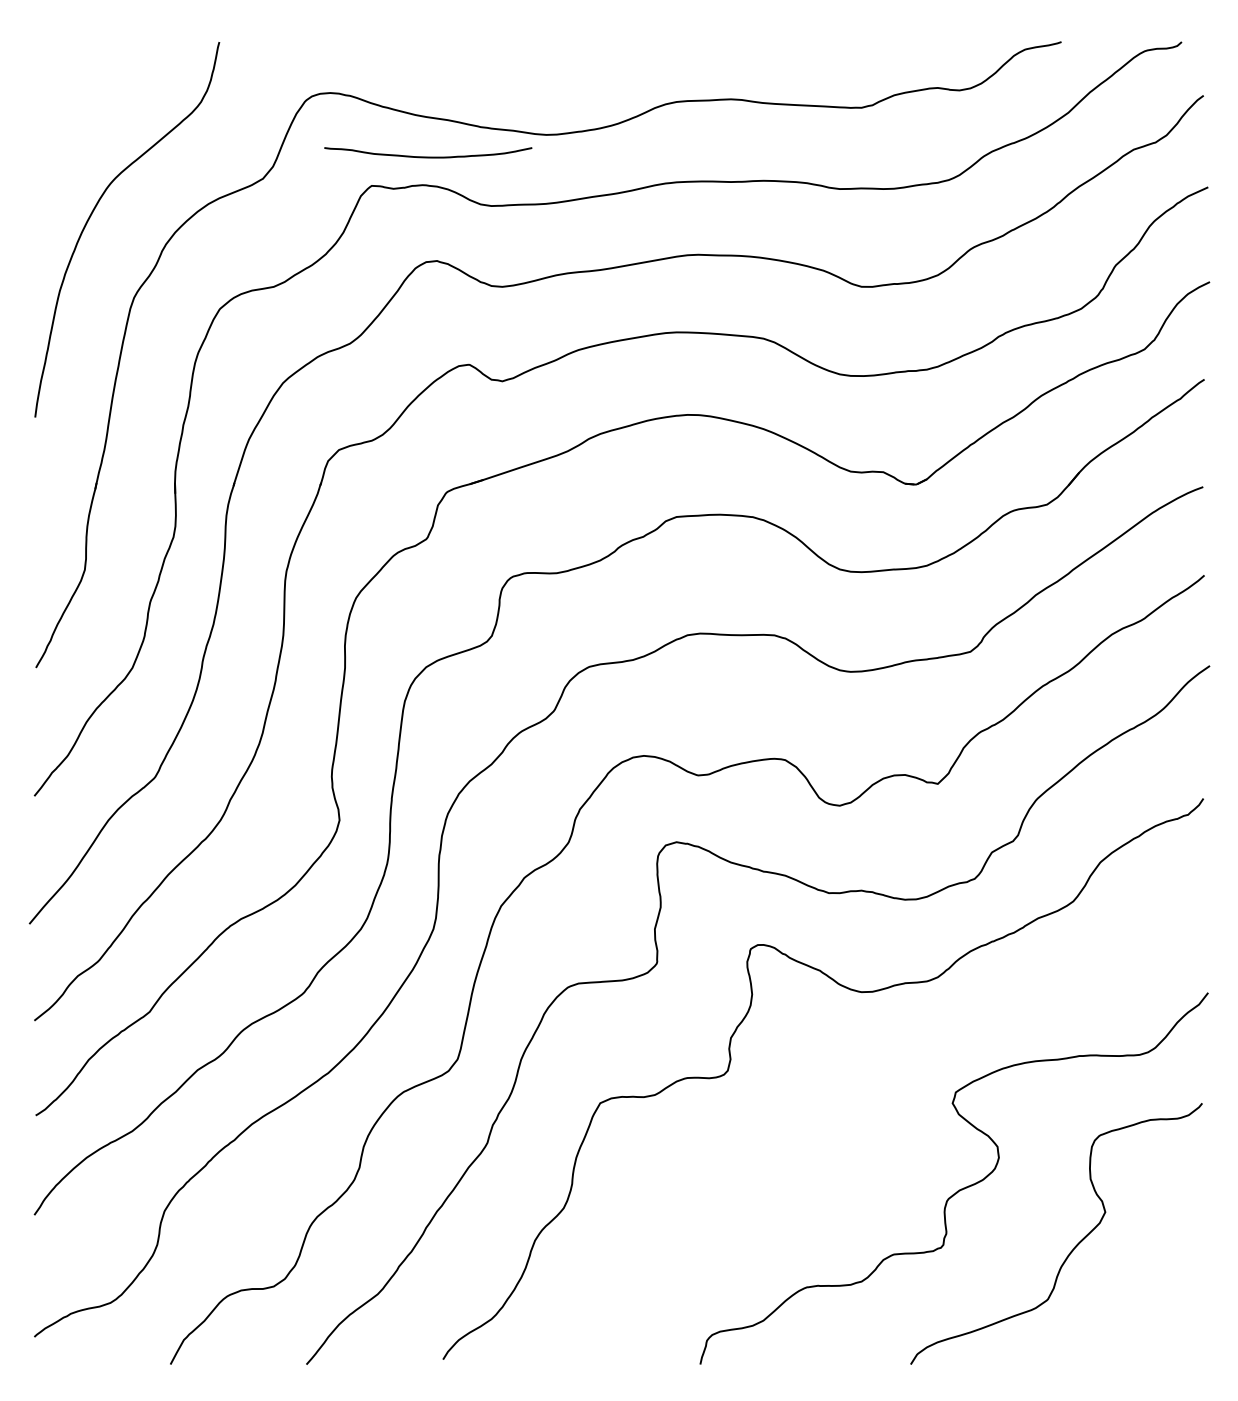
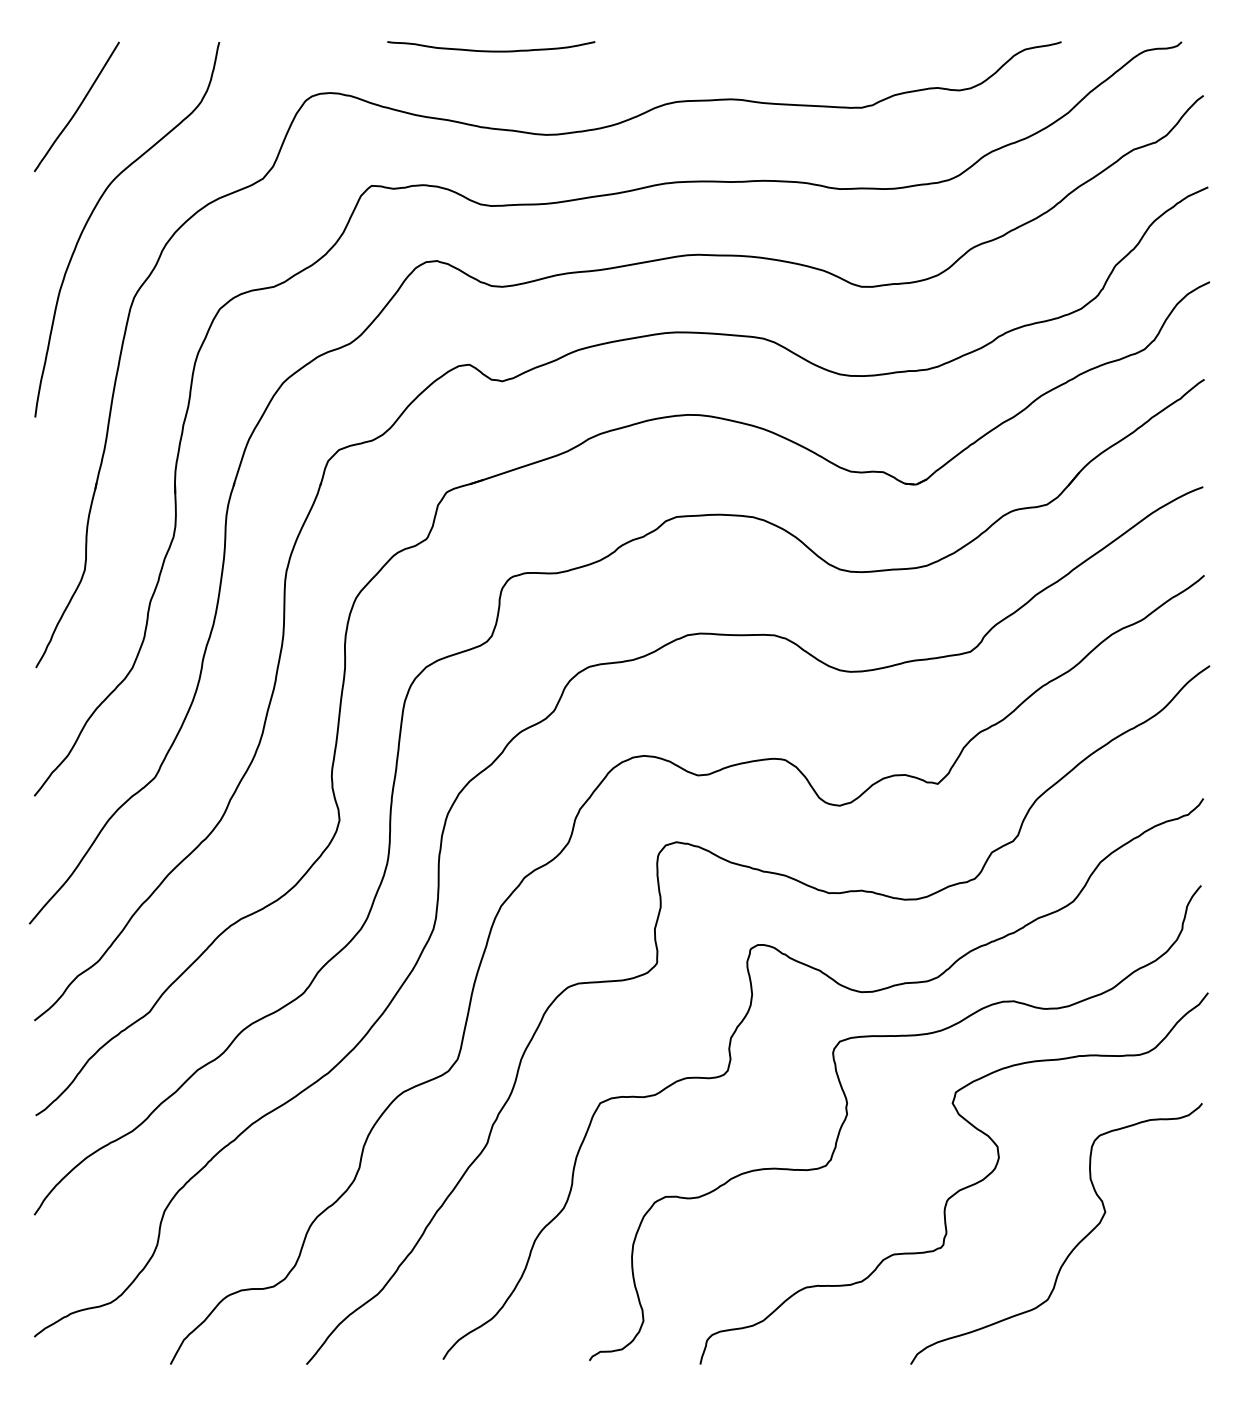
curve at (77, 107): none -> present
curve at (428, 156) position: (428, 156) -> (491, 50)
curve at (847, 1116): none -> present
